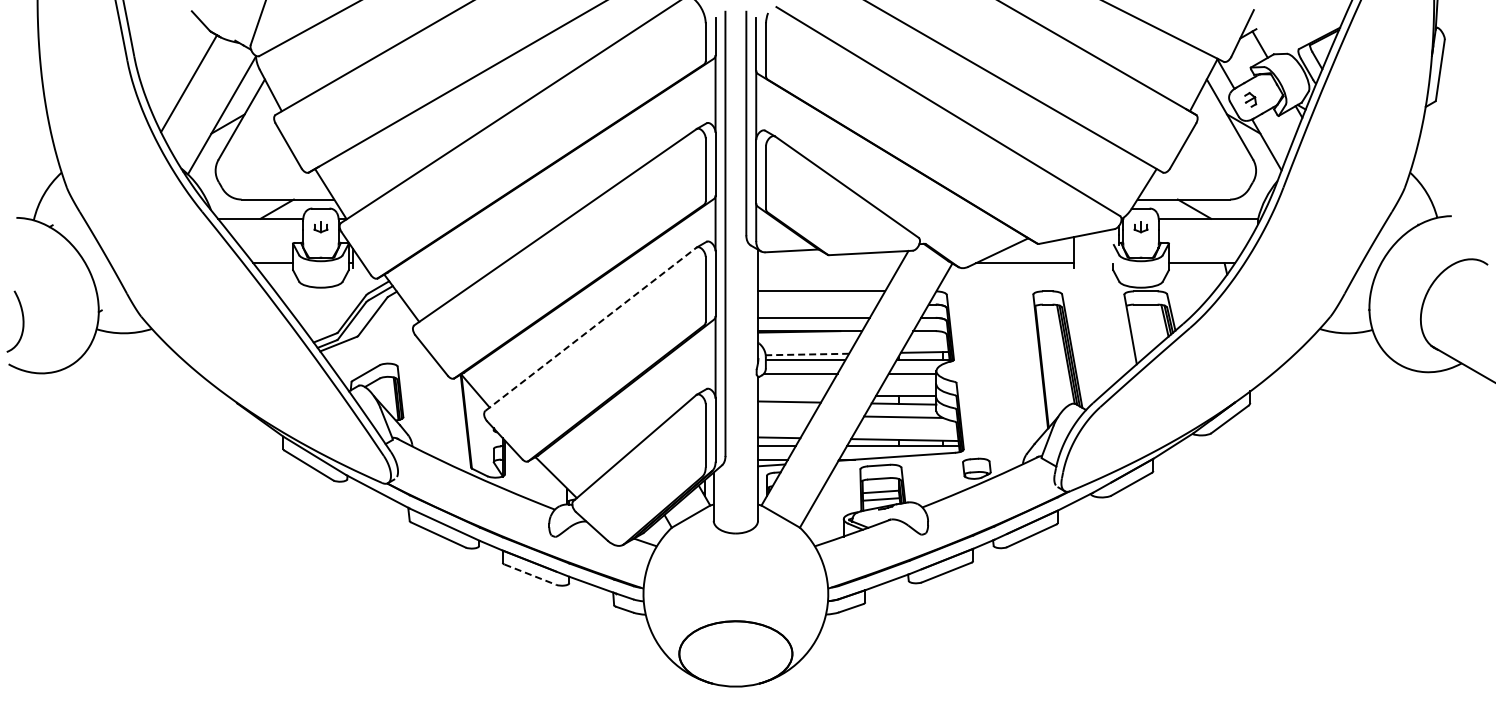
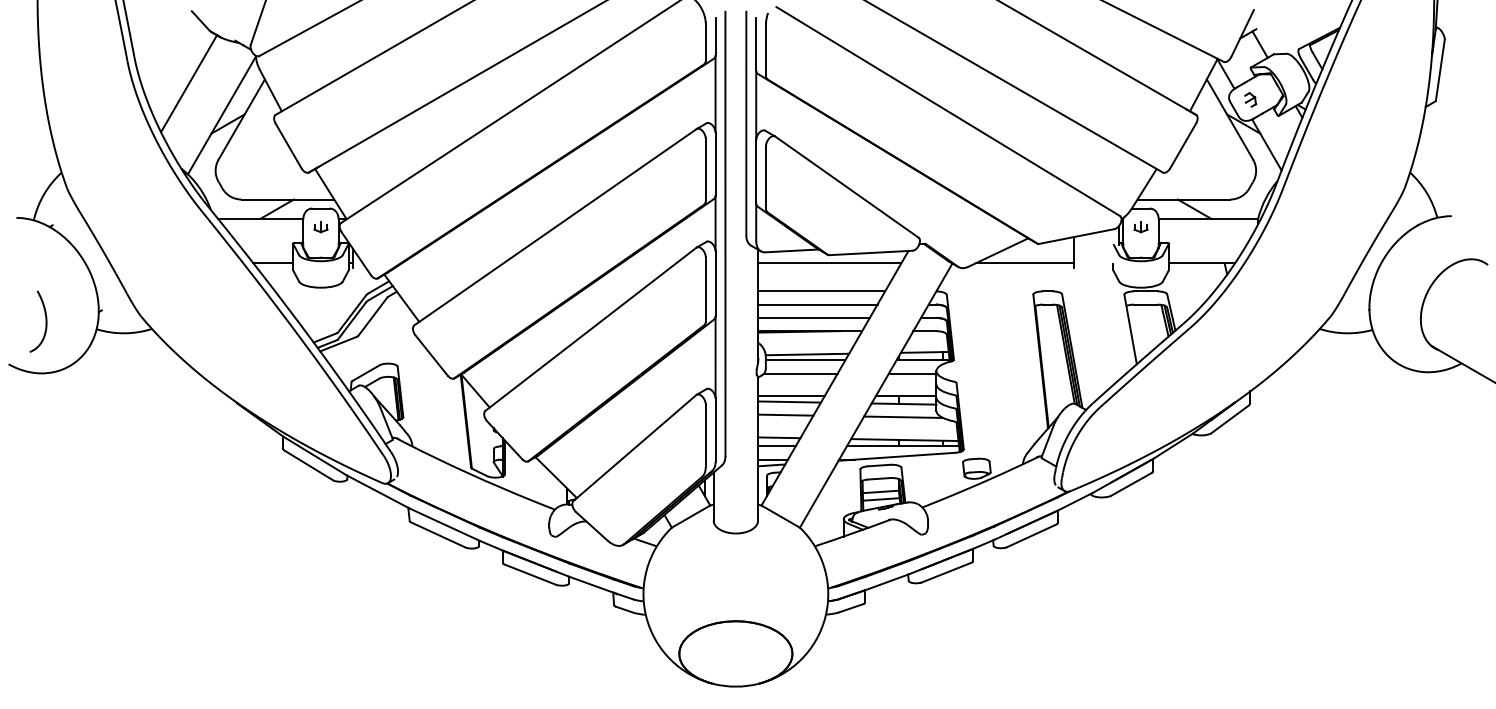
line at (829, 263): none -> present
line at (817, 304): none -> present
curve at (22, 321) position: (22, 321) -> (45, 321)
line at (591, 328): dashed -> solid
line at (807, 354): dashed -> solid
line at (791, 396): none -> present
line at (785, 414): none -> present
line at (530, 574): dashed -> solid
